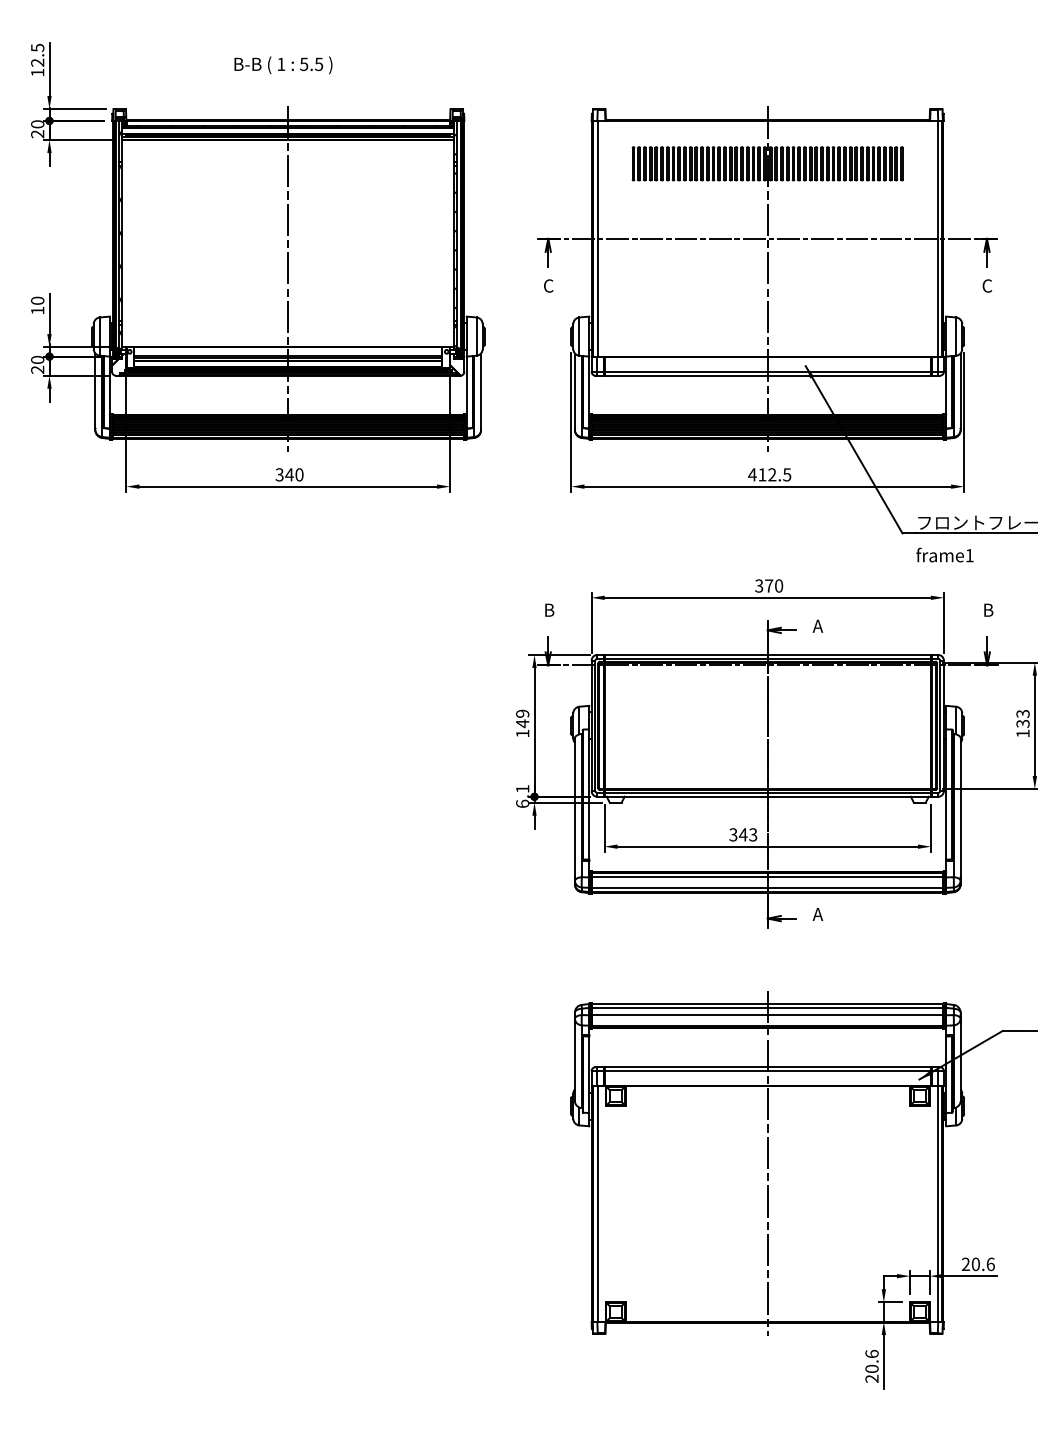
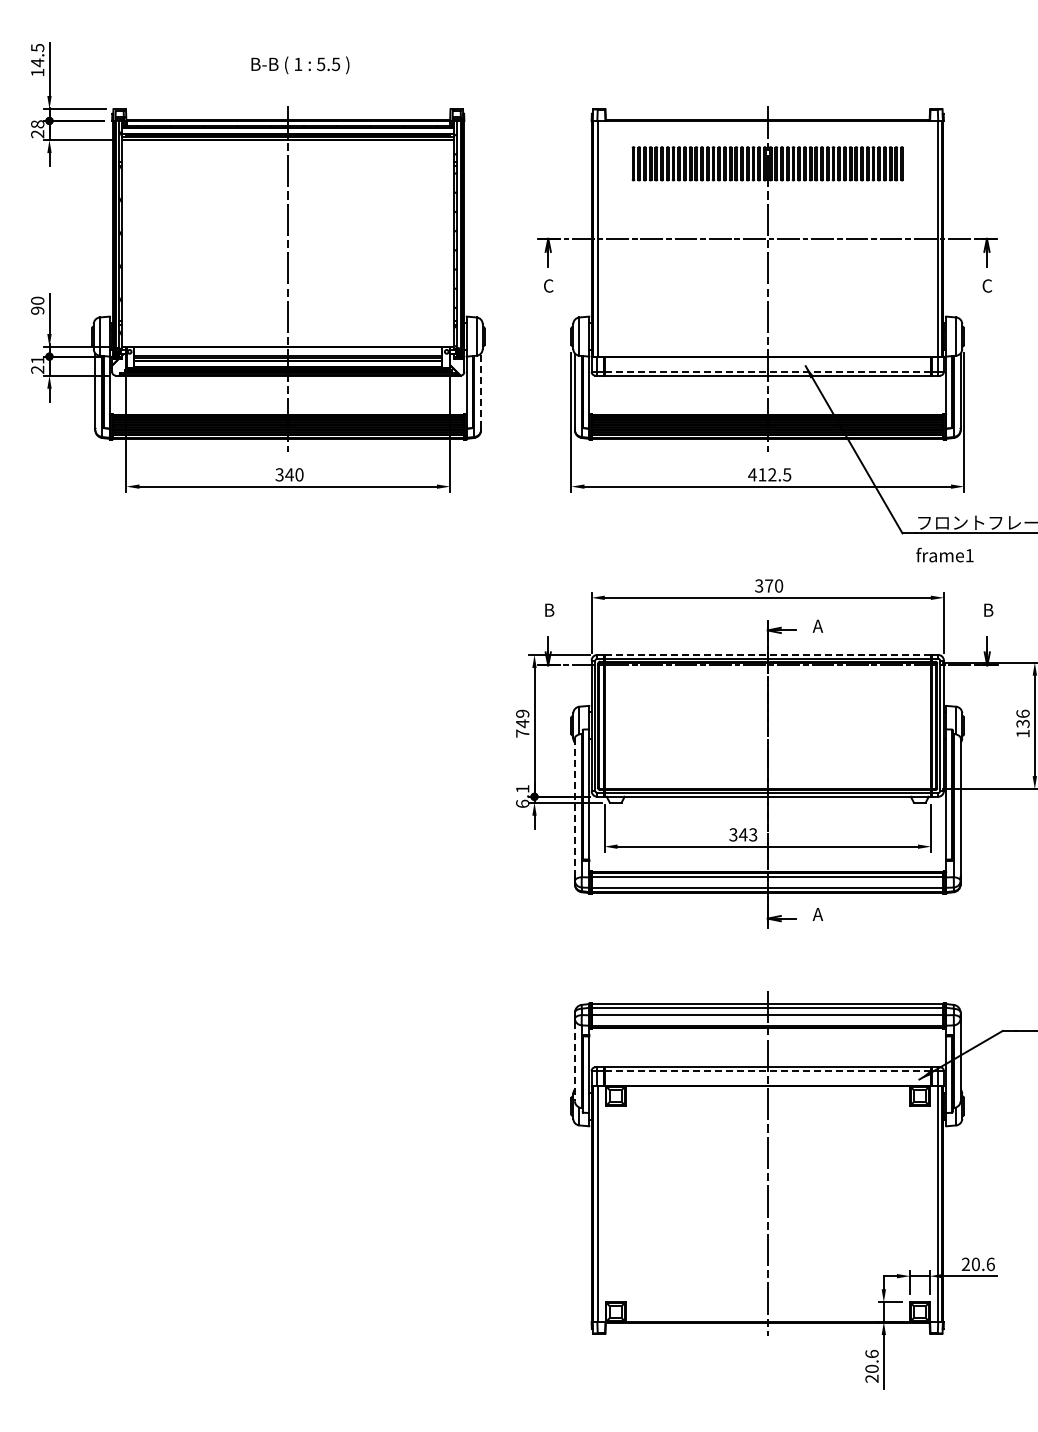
text at (37, 62): 12.5 -> 14.5
text at (283, 65) position: (283, 65) -> (300, 65)
text at (37, 124): 20 -> 28
text at (37, 310): 10 -> 90
text at (37, 359): 20 -> 21
line at (768, 371): solid -> dashed
line at (481, 390): solid -> dashed
line at (768, 654): solid -> dashed
text at (1022, 713): 133 -> 136
text at (522, 733): 149 -> 749
line at (574, 807): solid -> dashed
line at (574, 1061): solid -> dashed
line at (767, 1071): solid -> dashed
